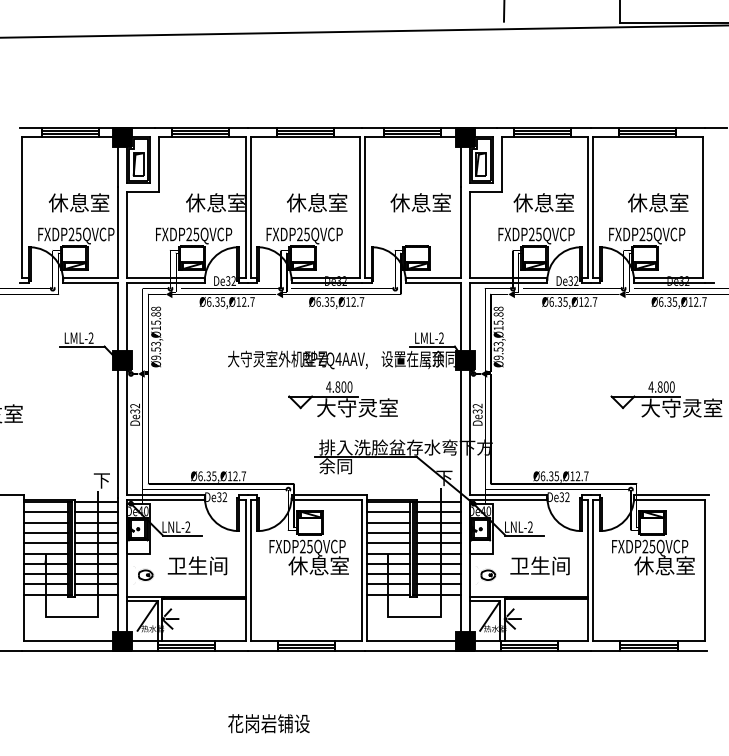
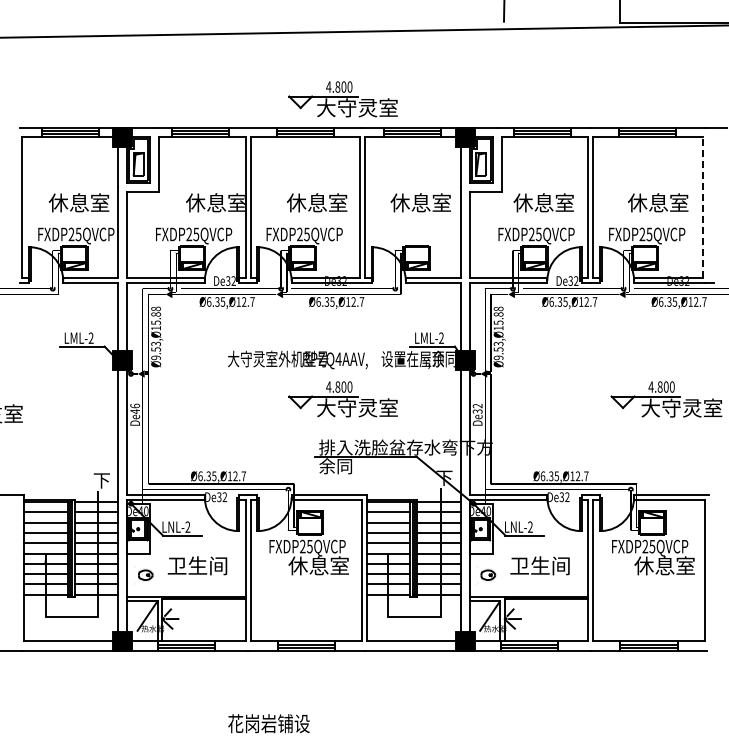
part at (342, 99): none -> present
line at (702, 207): solid -> dashed
text at (135, 408): De32 -> De46
